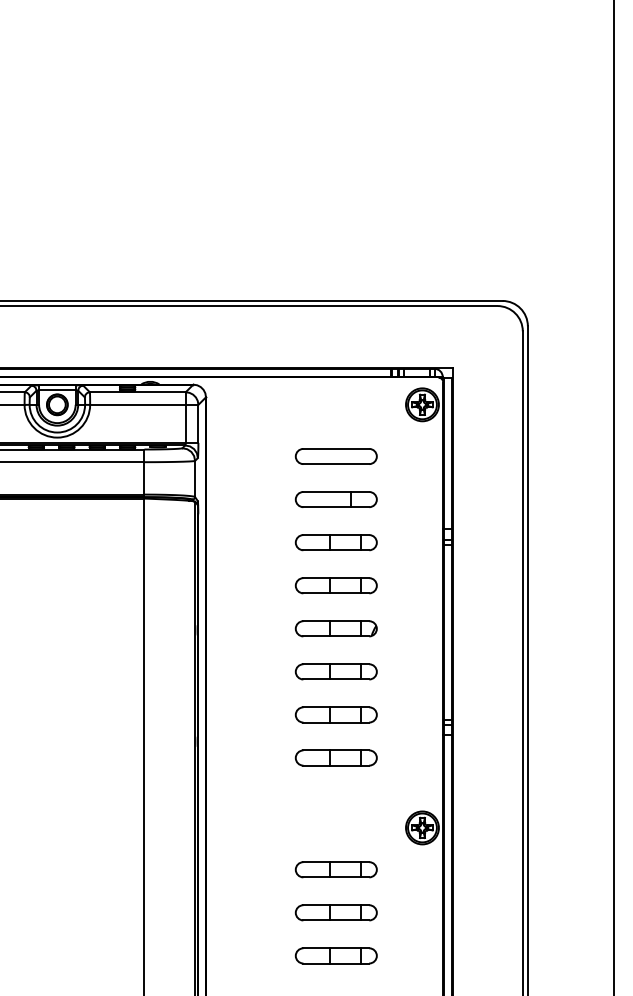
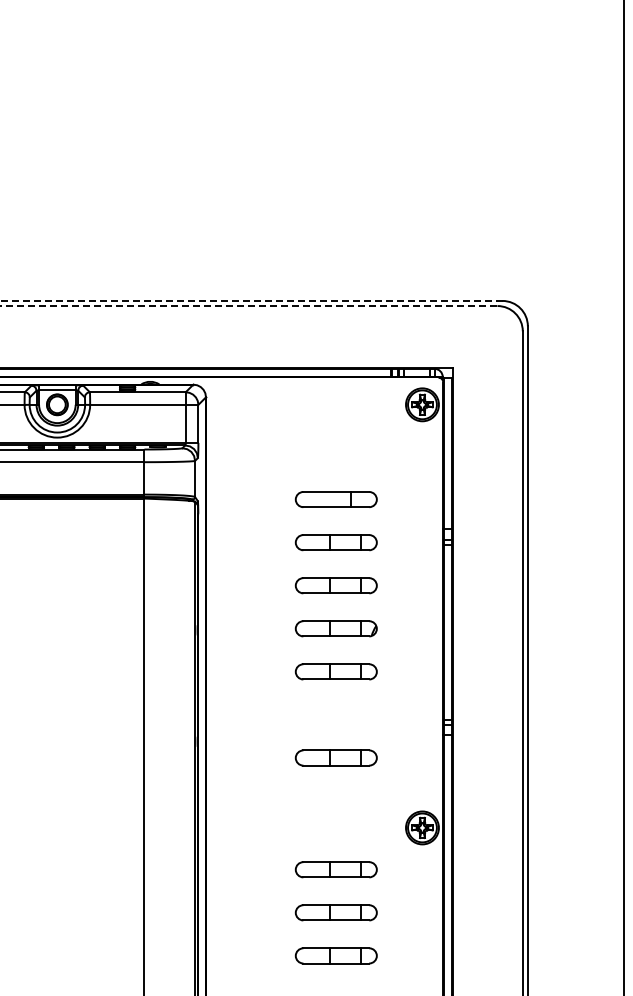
line at (251, 300): solid -> dashed
line at (248, 306): solid -> dashed
part at (335, 456): present -> none
line at (613, 497) position: (613, 497) -> (623, 497)
part at (335, 714): present -> none
